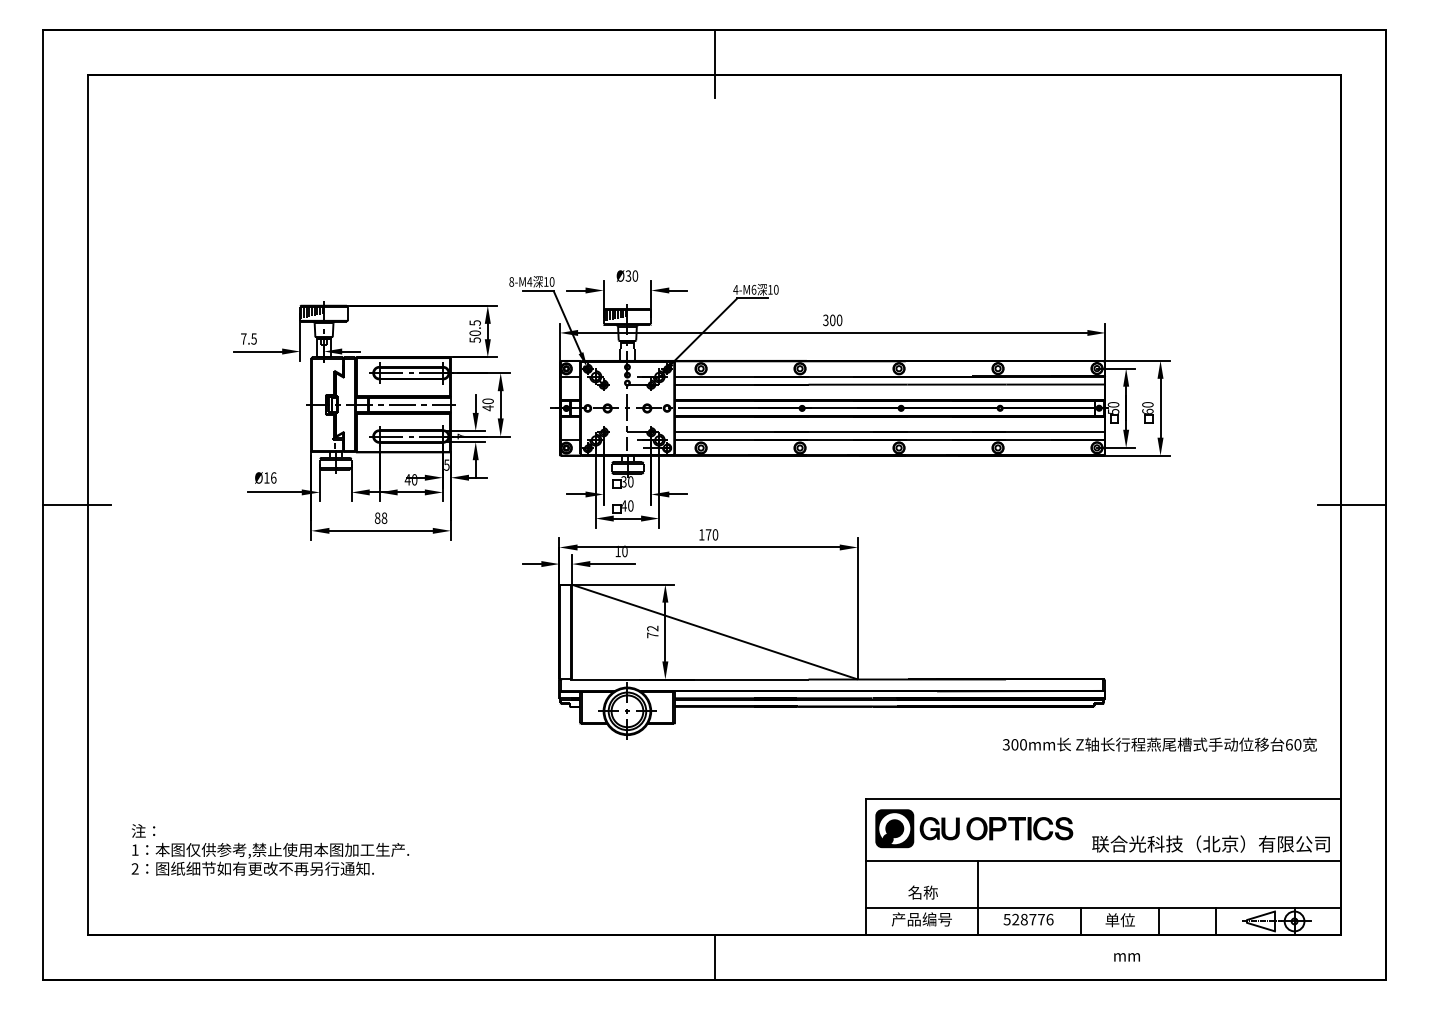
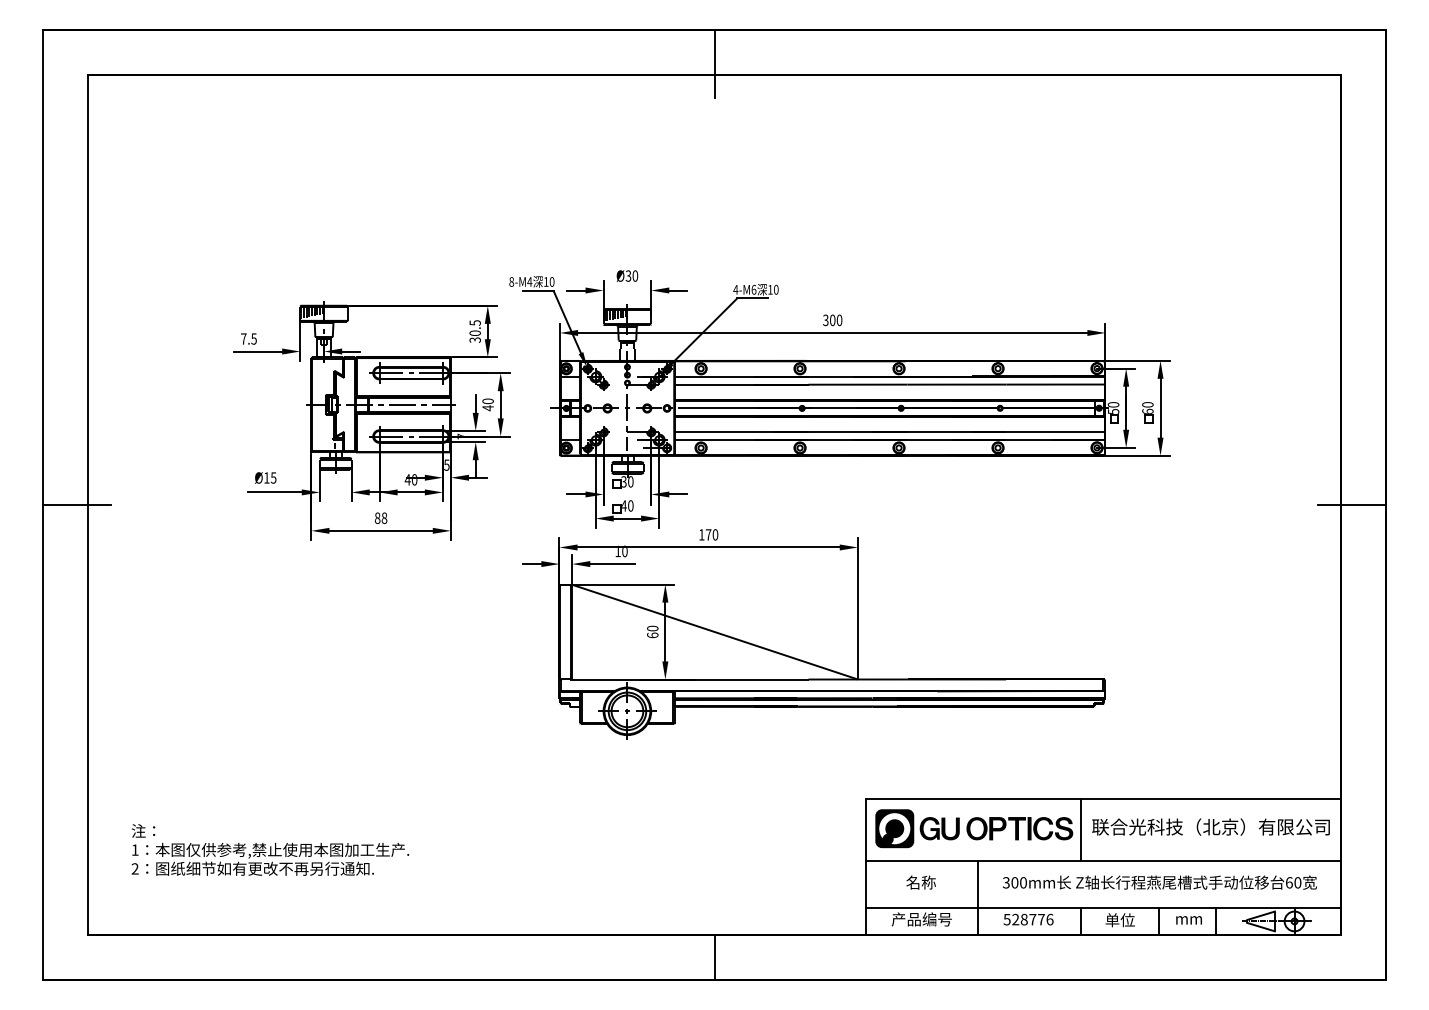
text at (474, 339): 50.5 -> 30.5
text at (273, 477): Ø16 -> Ø15
text at (652, 631): 72 -> 60
text at (1159, 744) position: (1159, 744) -> (1159, 882)
line at (1081, 829): none -> present
text at (1210, 843) position: (1210, 843) -> (1210, 826)
text at (922, 892) position: (922, 892) -> (920, 882)
text at (1126, 957) position: (1126, 957) -> (1188, 920)
